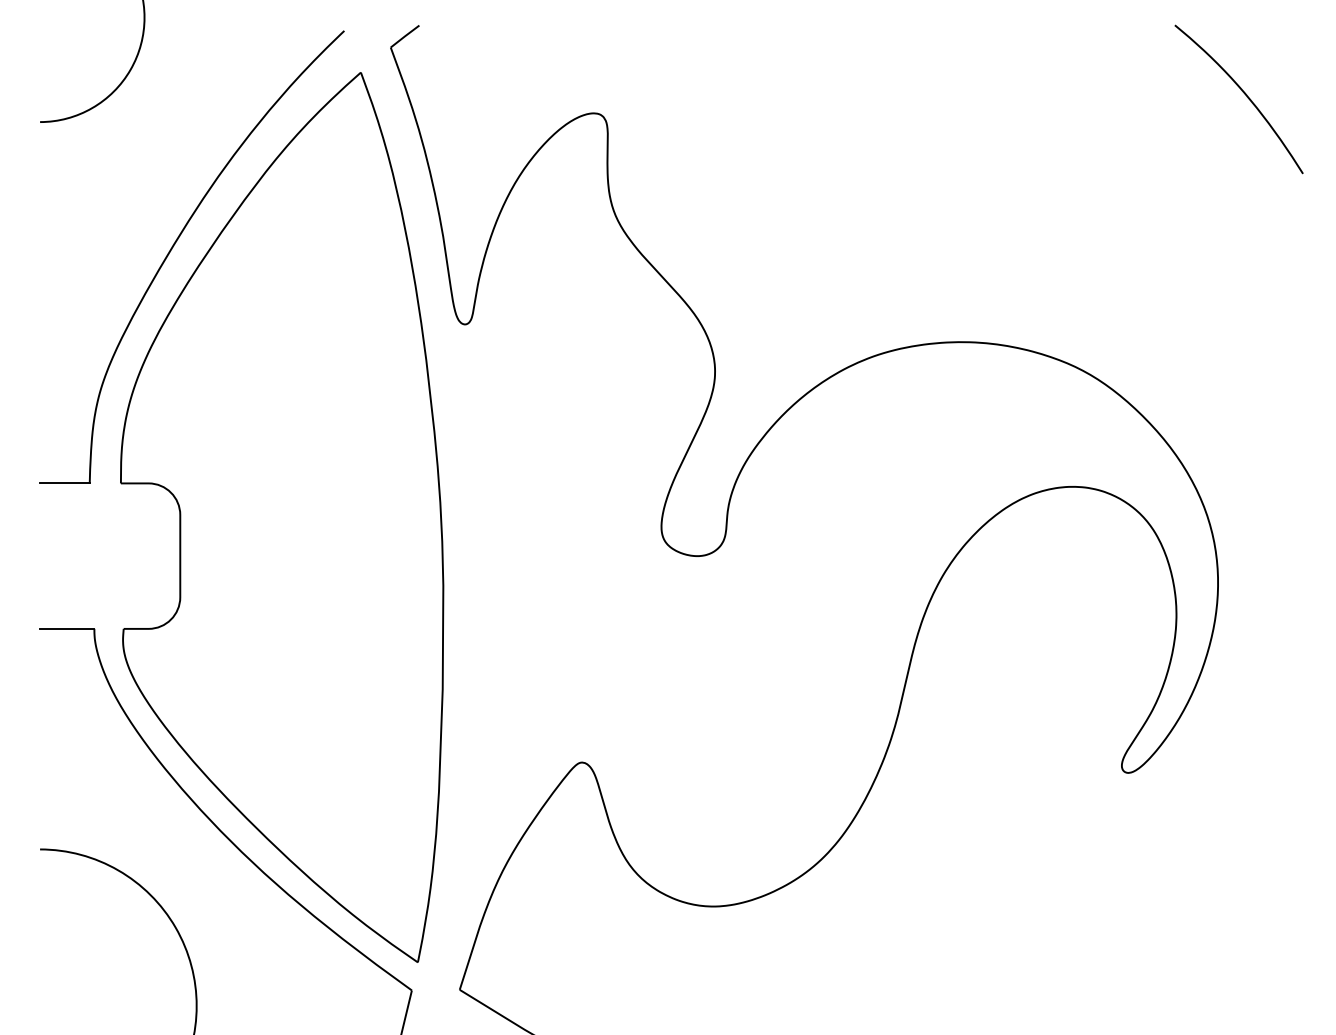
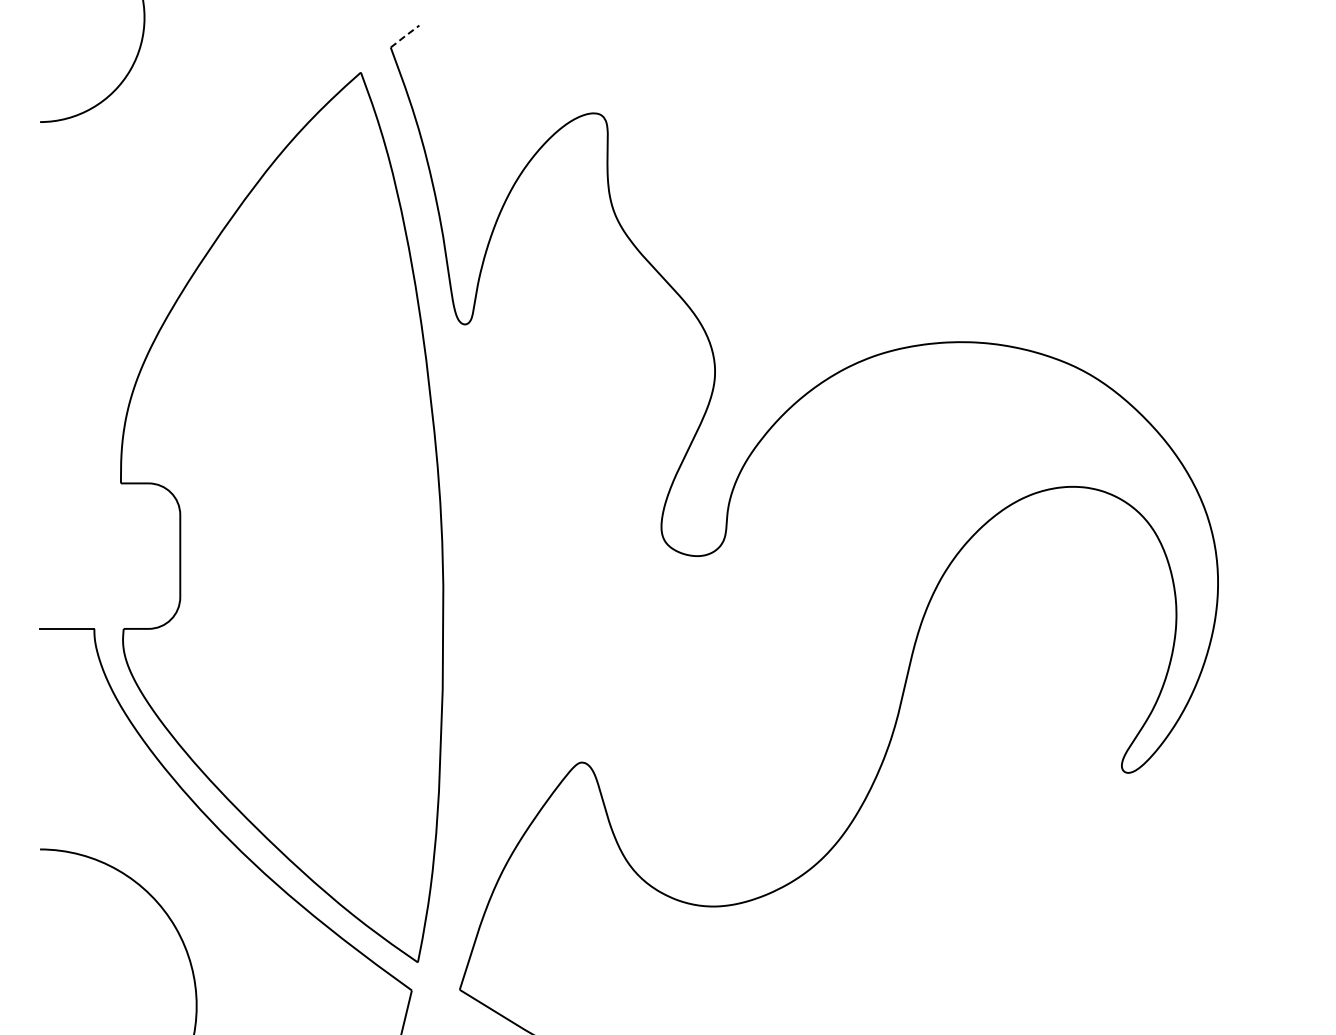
line at (404, 36): solid -> dashed
curve at (1243, 93): present -> none
part at (175, 244): present -> none
